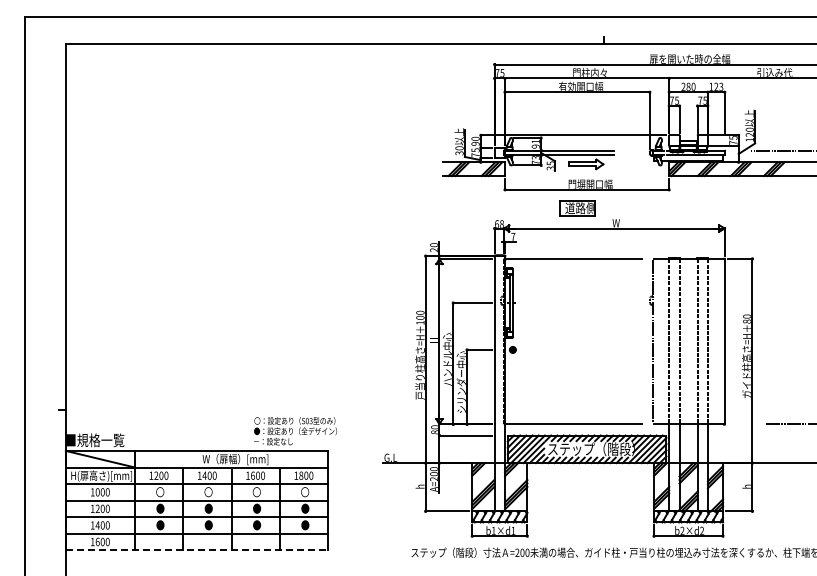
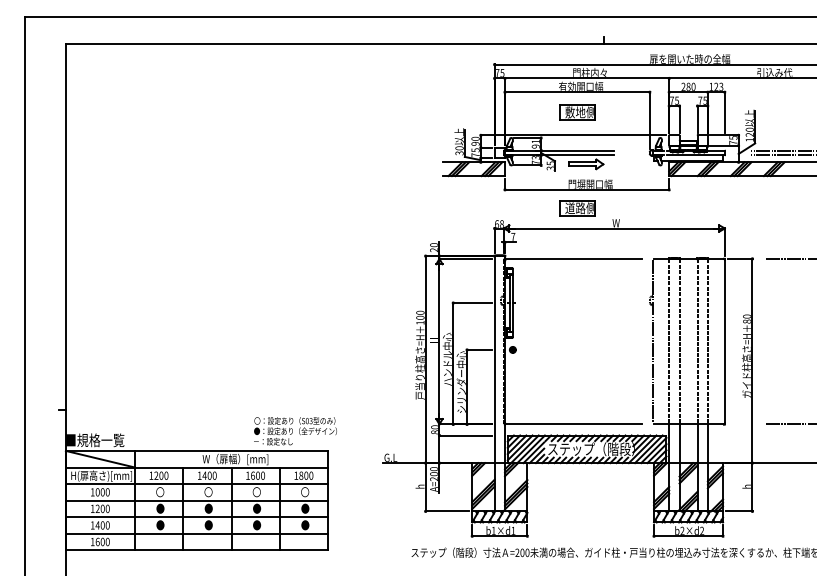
part at (577, 112): none -> present
line at (781, 155): none -> present
line at (789, 258): none -> present
line at (197, 550): dashed -> solid
